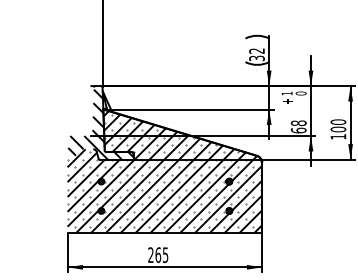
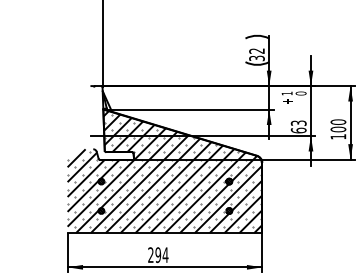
text at (298, 123): 68 -> 63
hatch at (100, 124): present -> none
text at (161, 255): 265 -> 294
